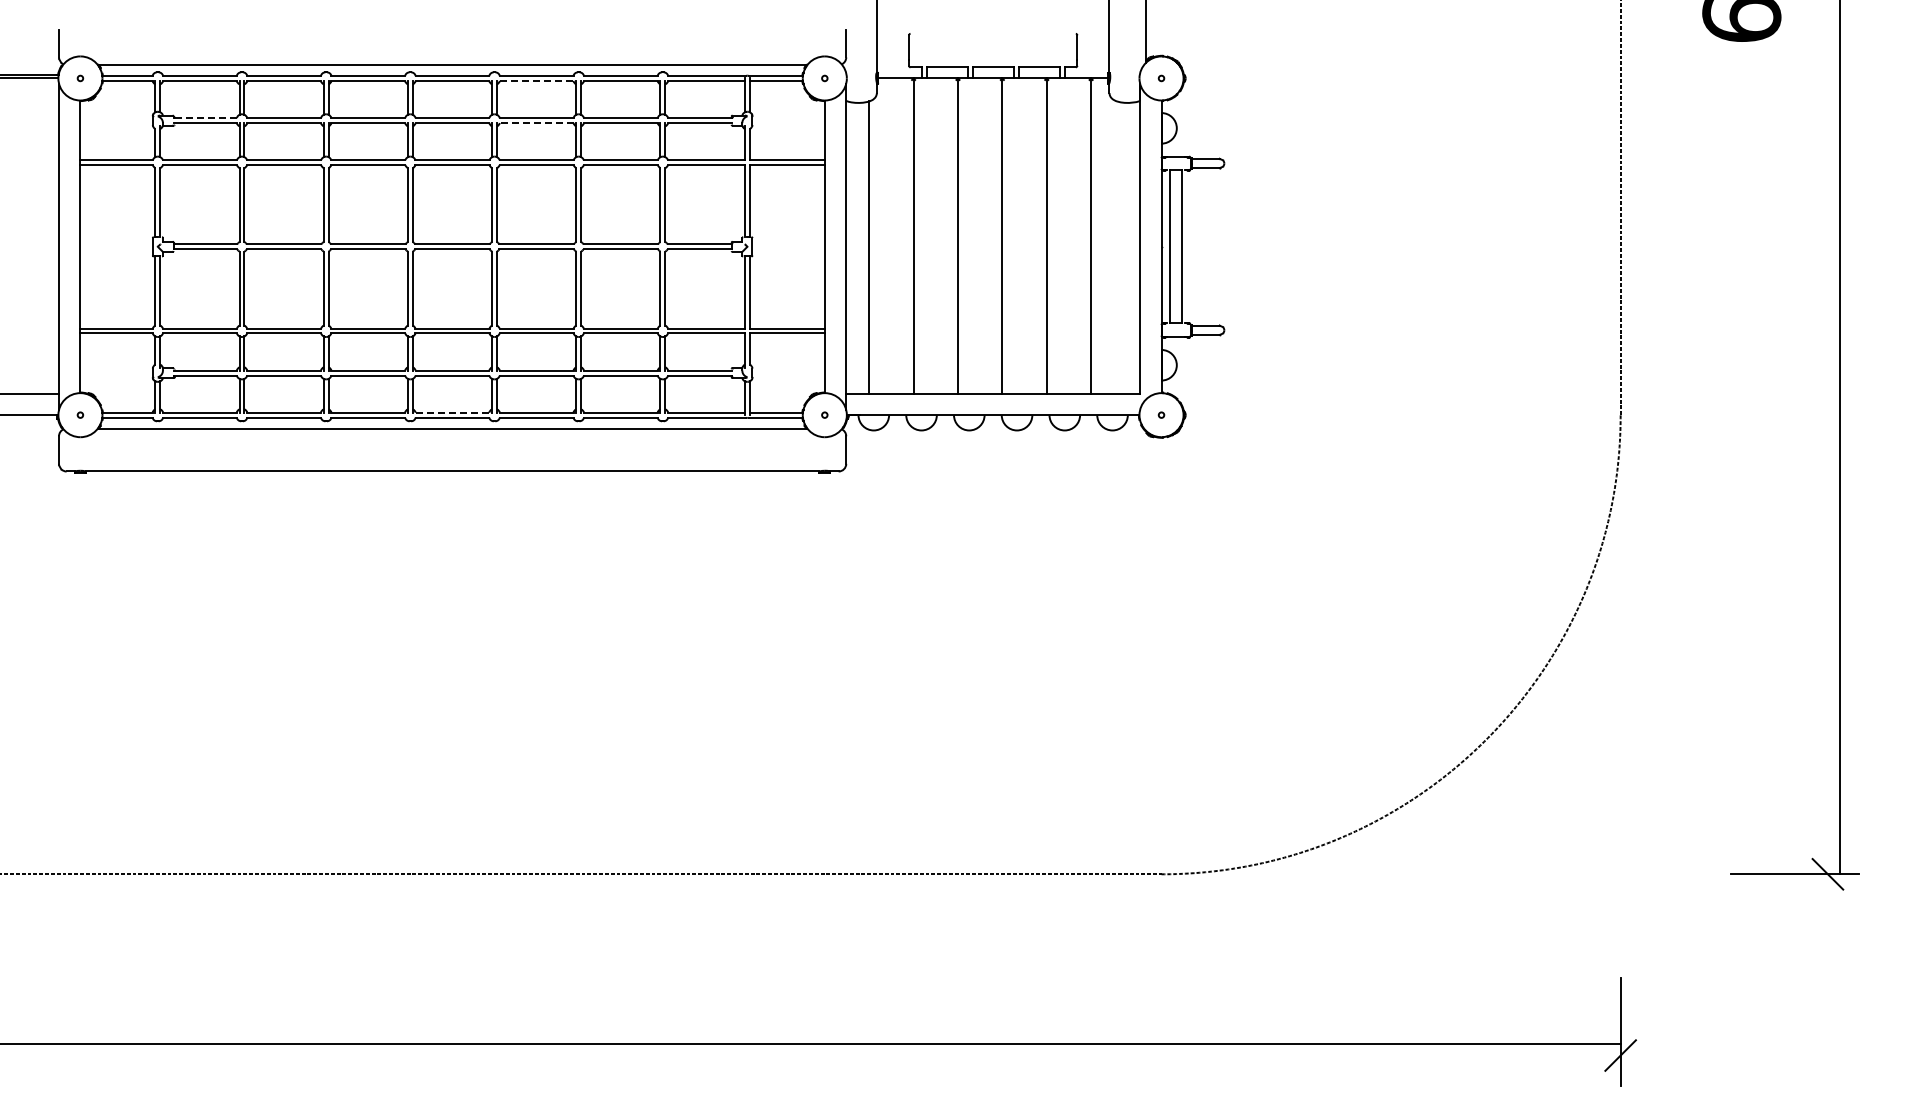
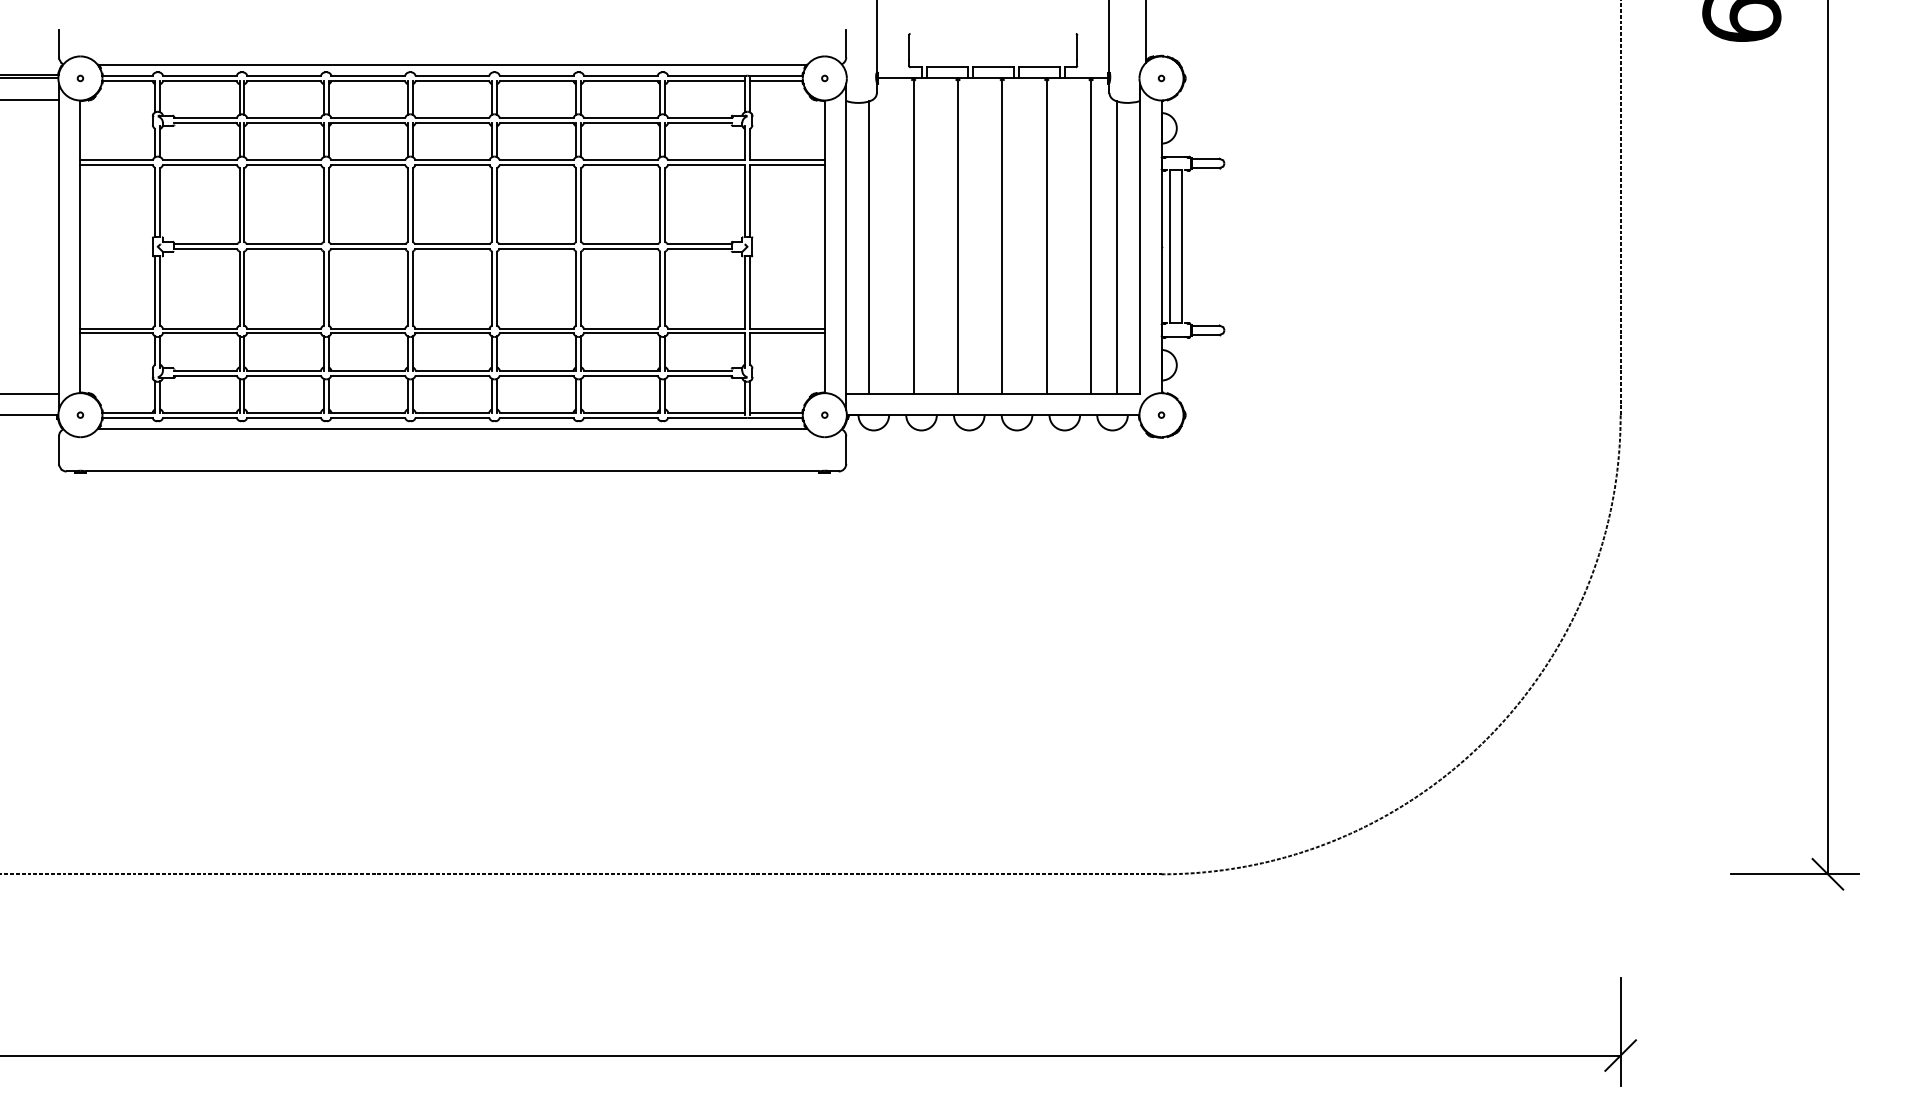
line at (536, 80): dashed -> solid
line at (30, 99): none -> present
line at (205, 118): dashed -> solid
line at (536, 123): dashed -> solid
line at (1117, 247): none -> present
line at (452, 412): dashed -> solid
line at (1839, 438) position: (1839, 438) -> (1827, 438)
line at (811, 1043) position: (811, 1043) -> (811, 1055)
